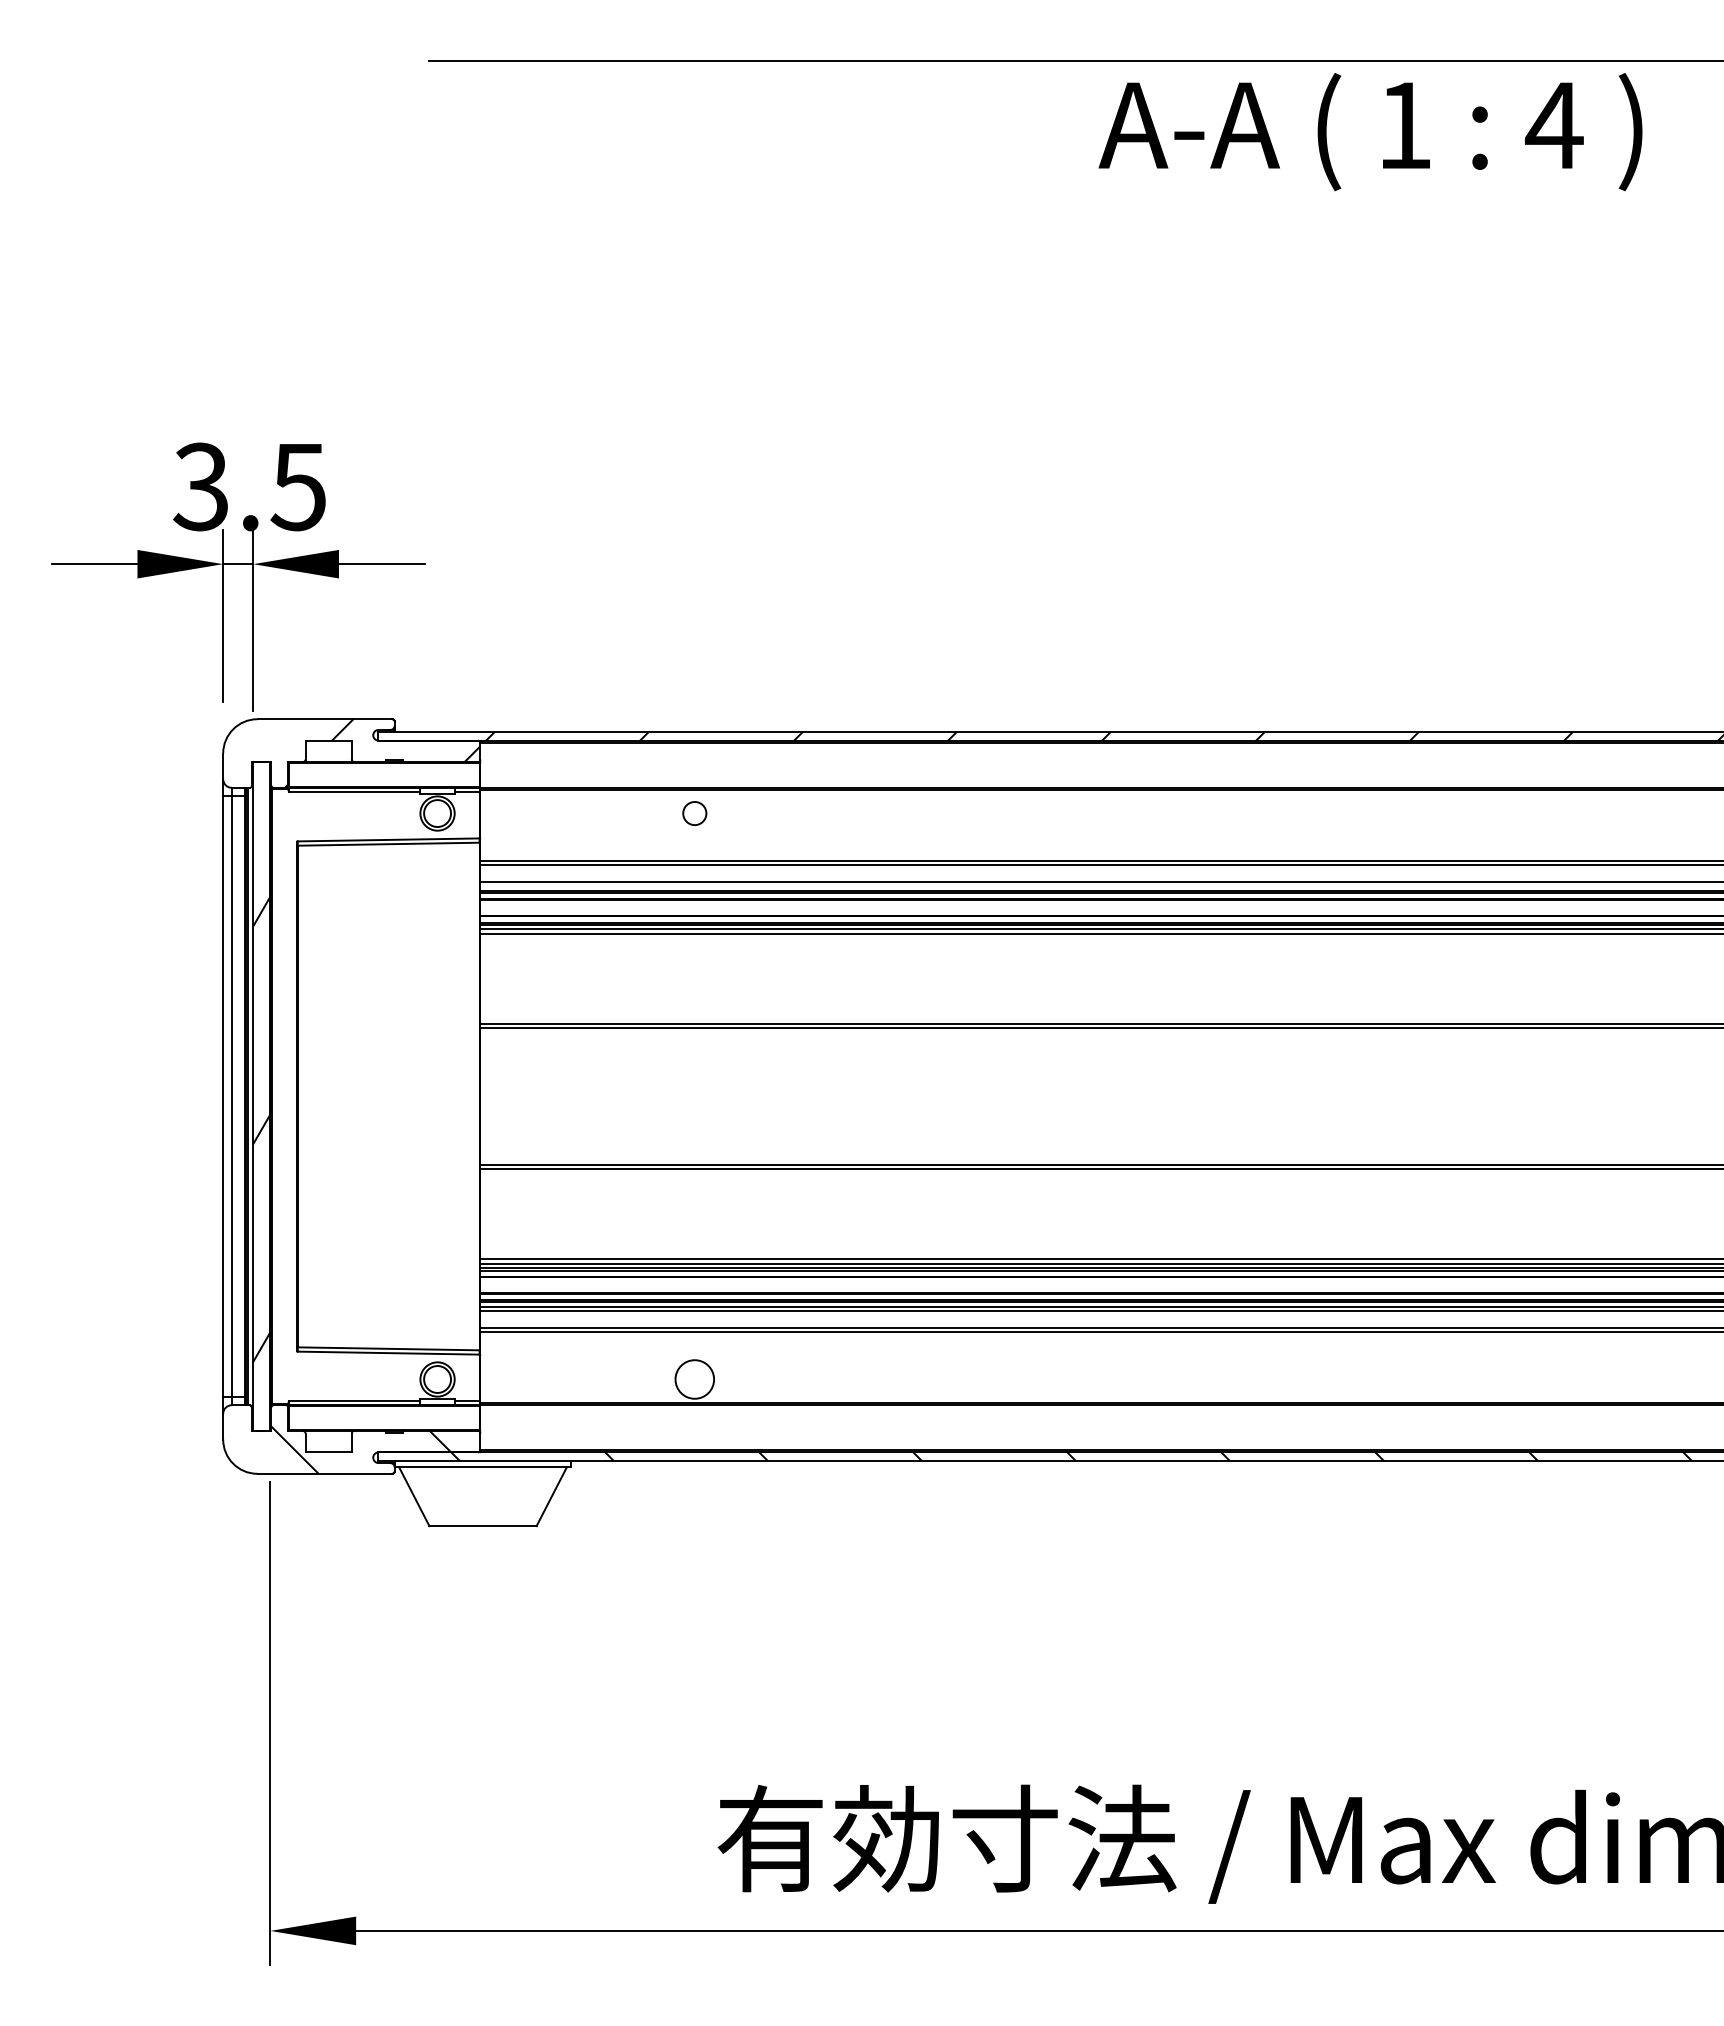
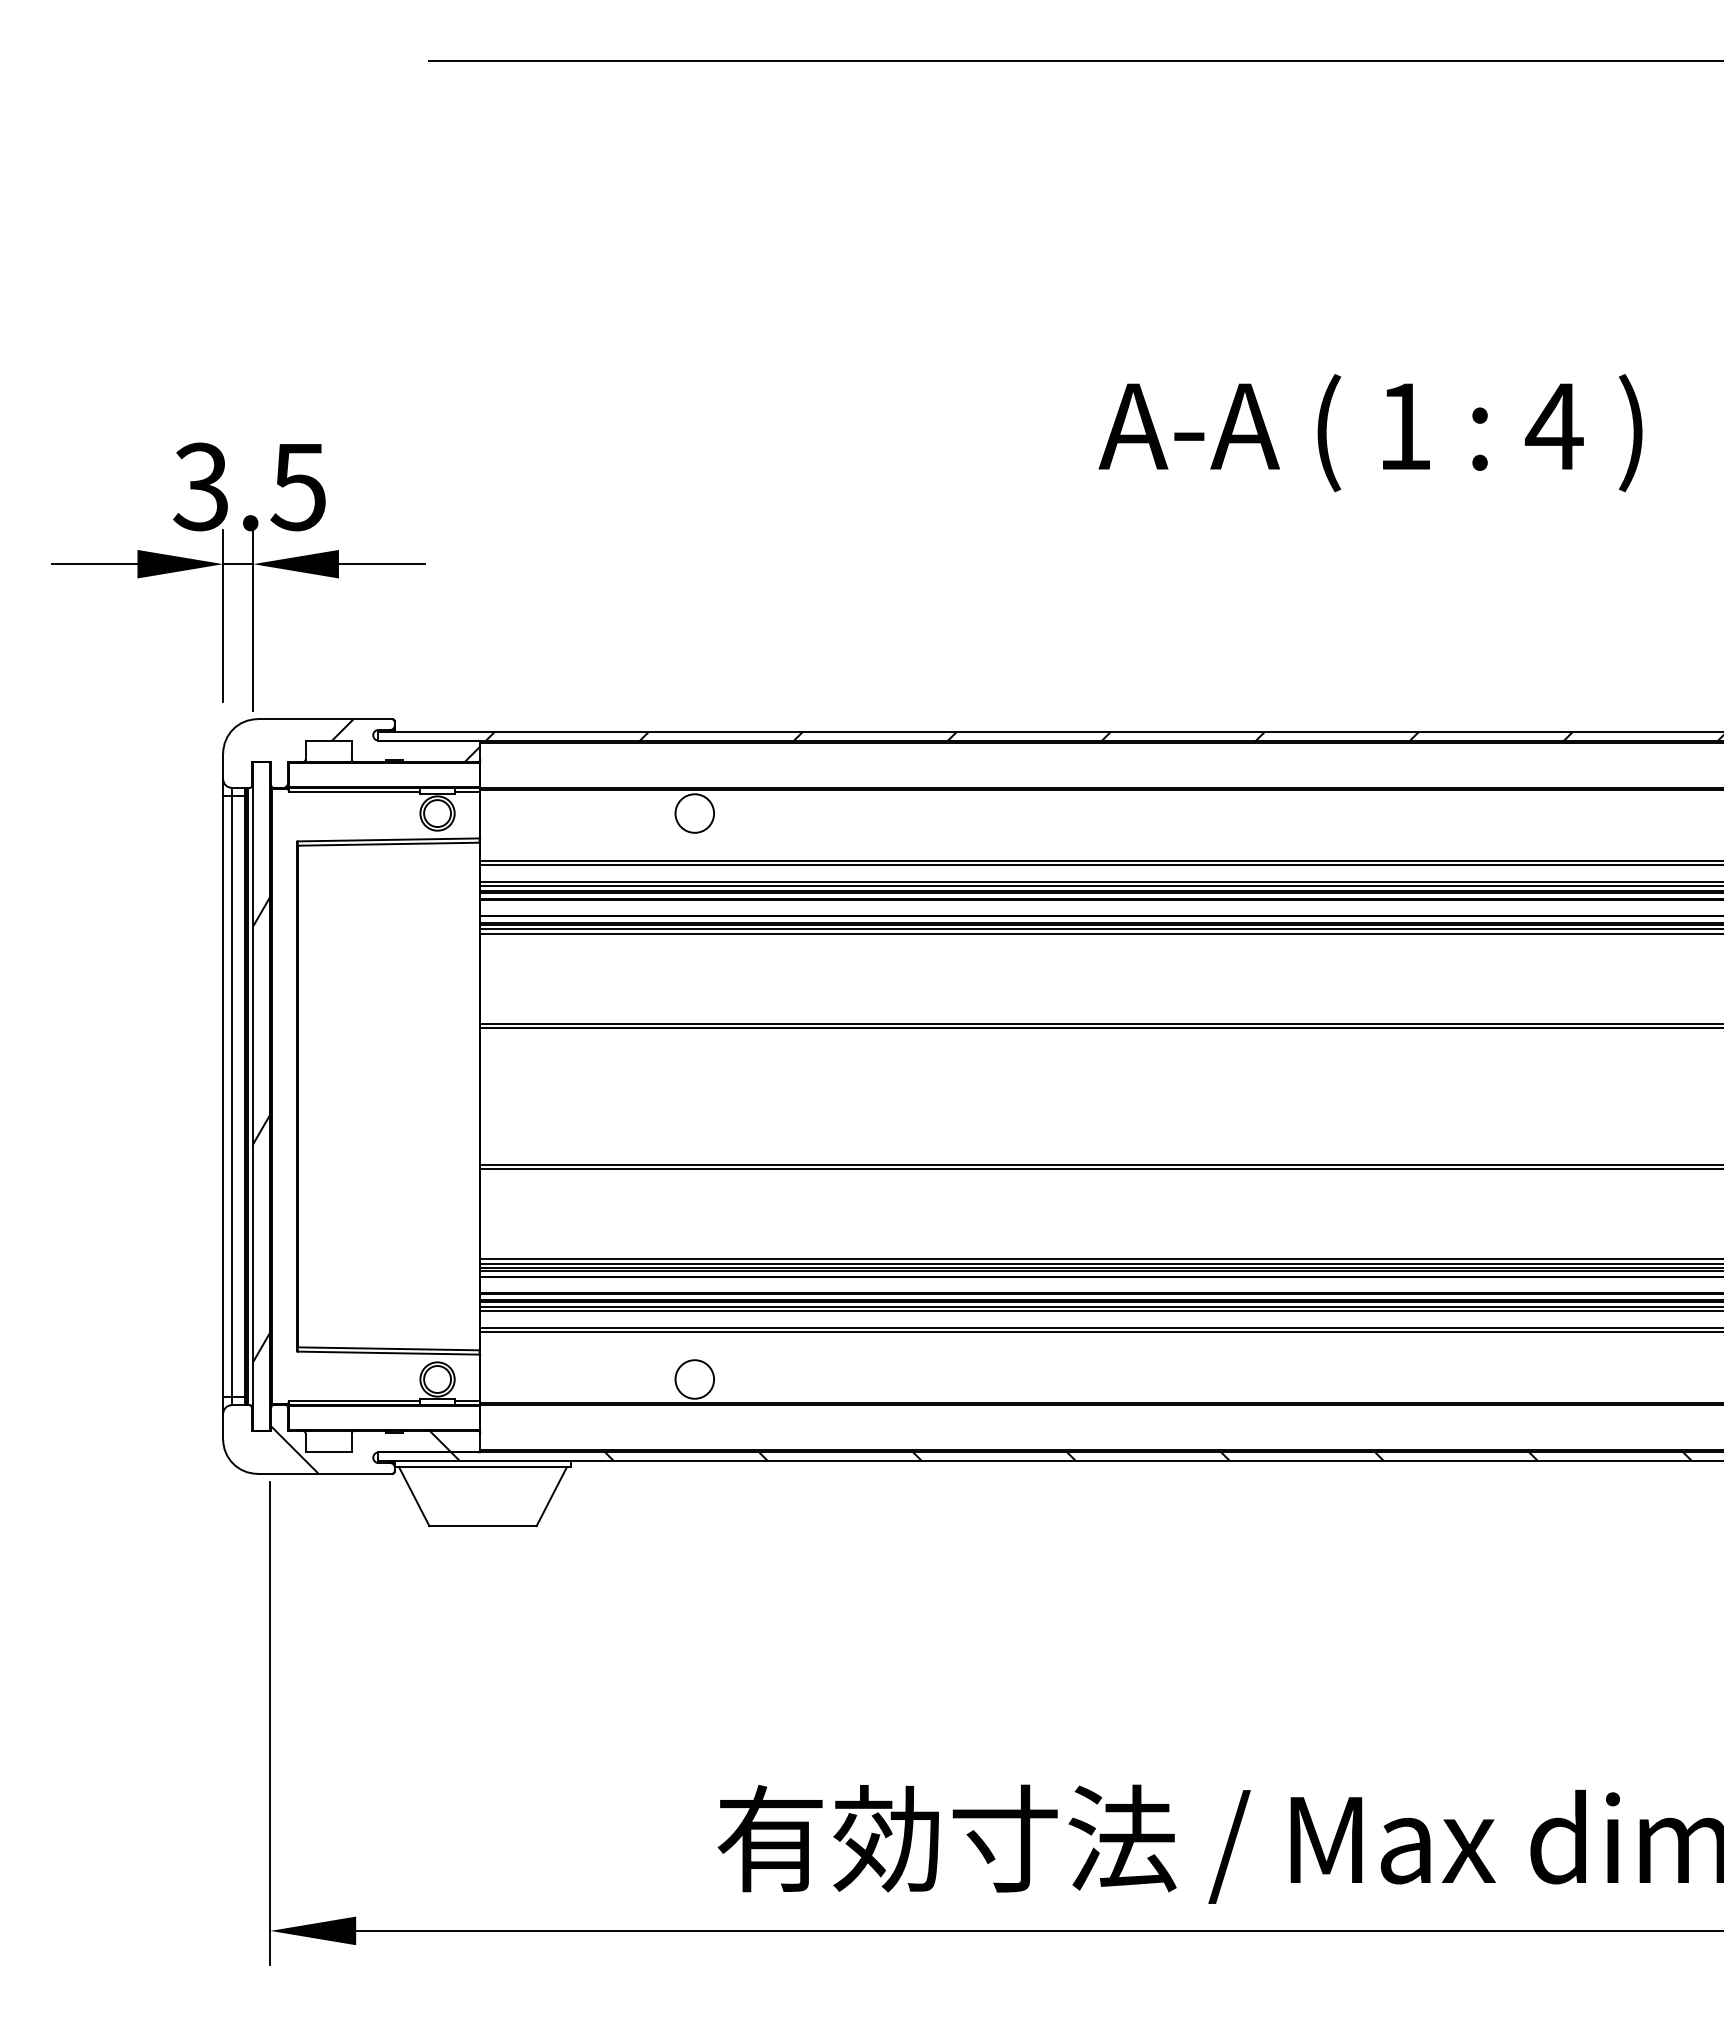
text at (1370, 132) position: (1370, 132) -> (1370, 433)
circle at (694, 813) diameter: 23 px -> 39 px
line at (1100, 886): none -> present
